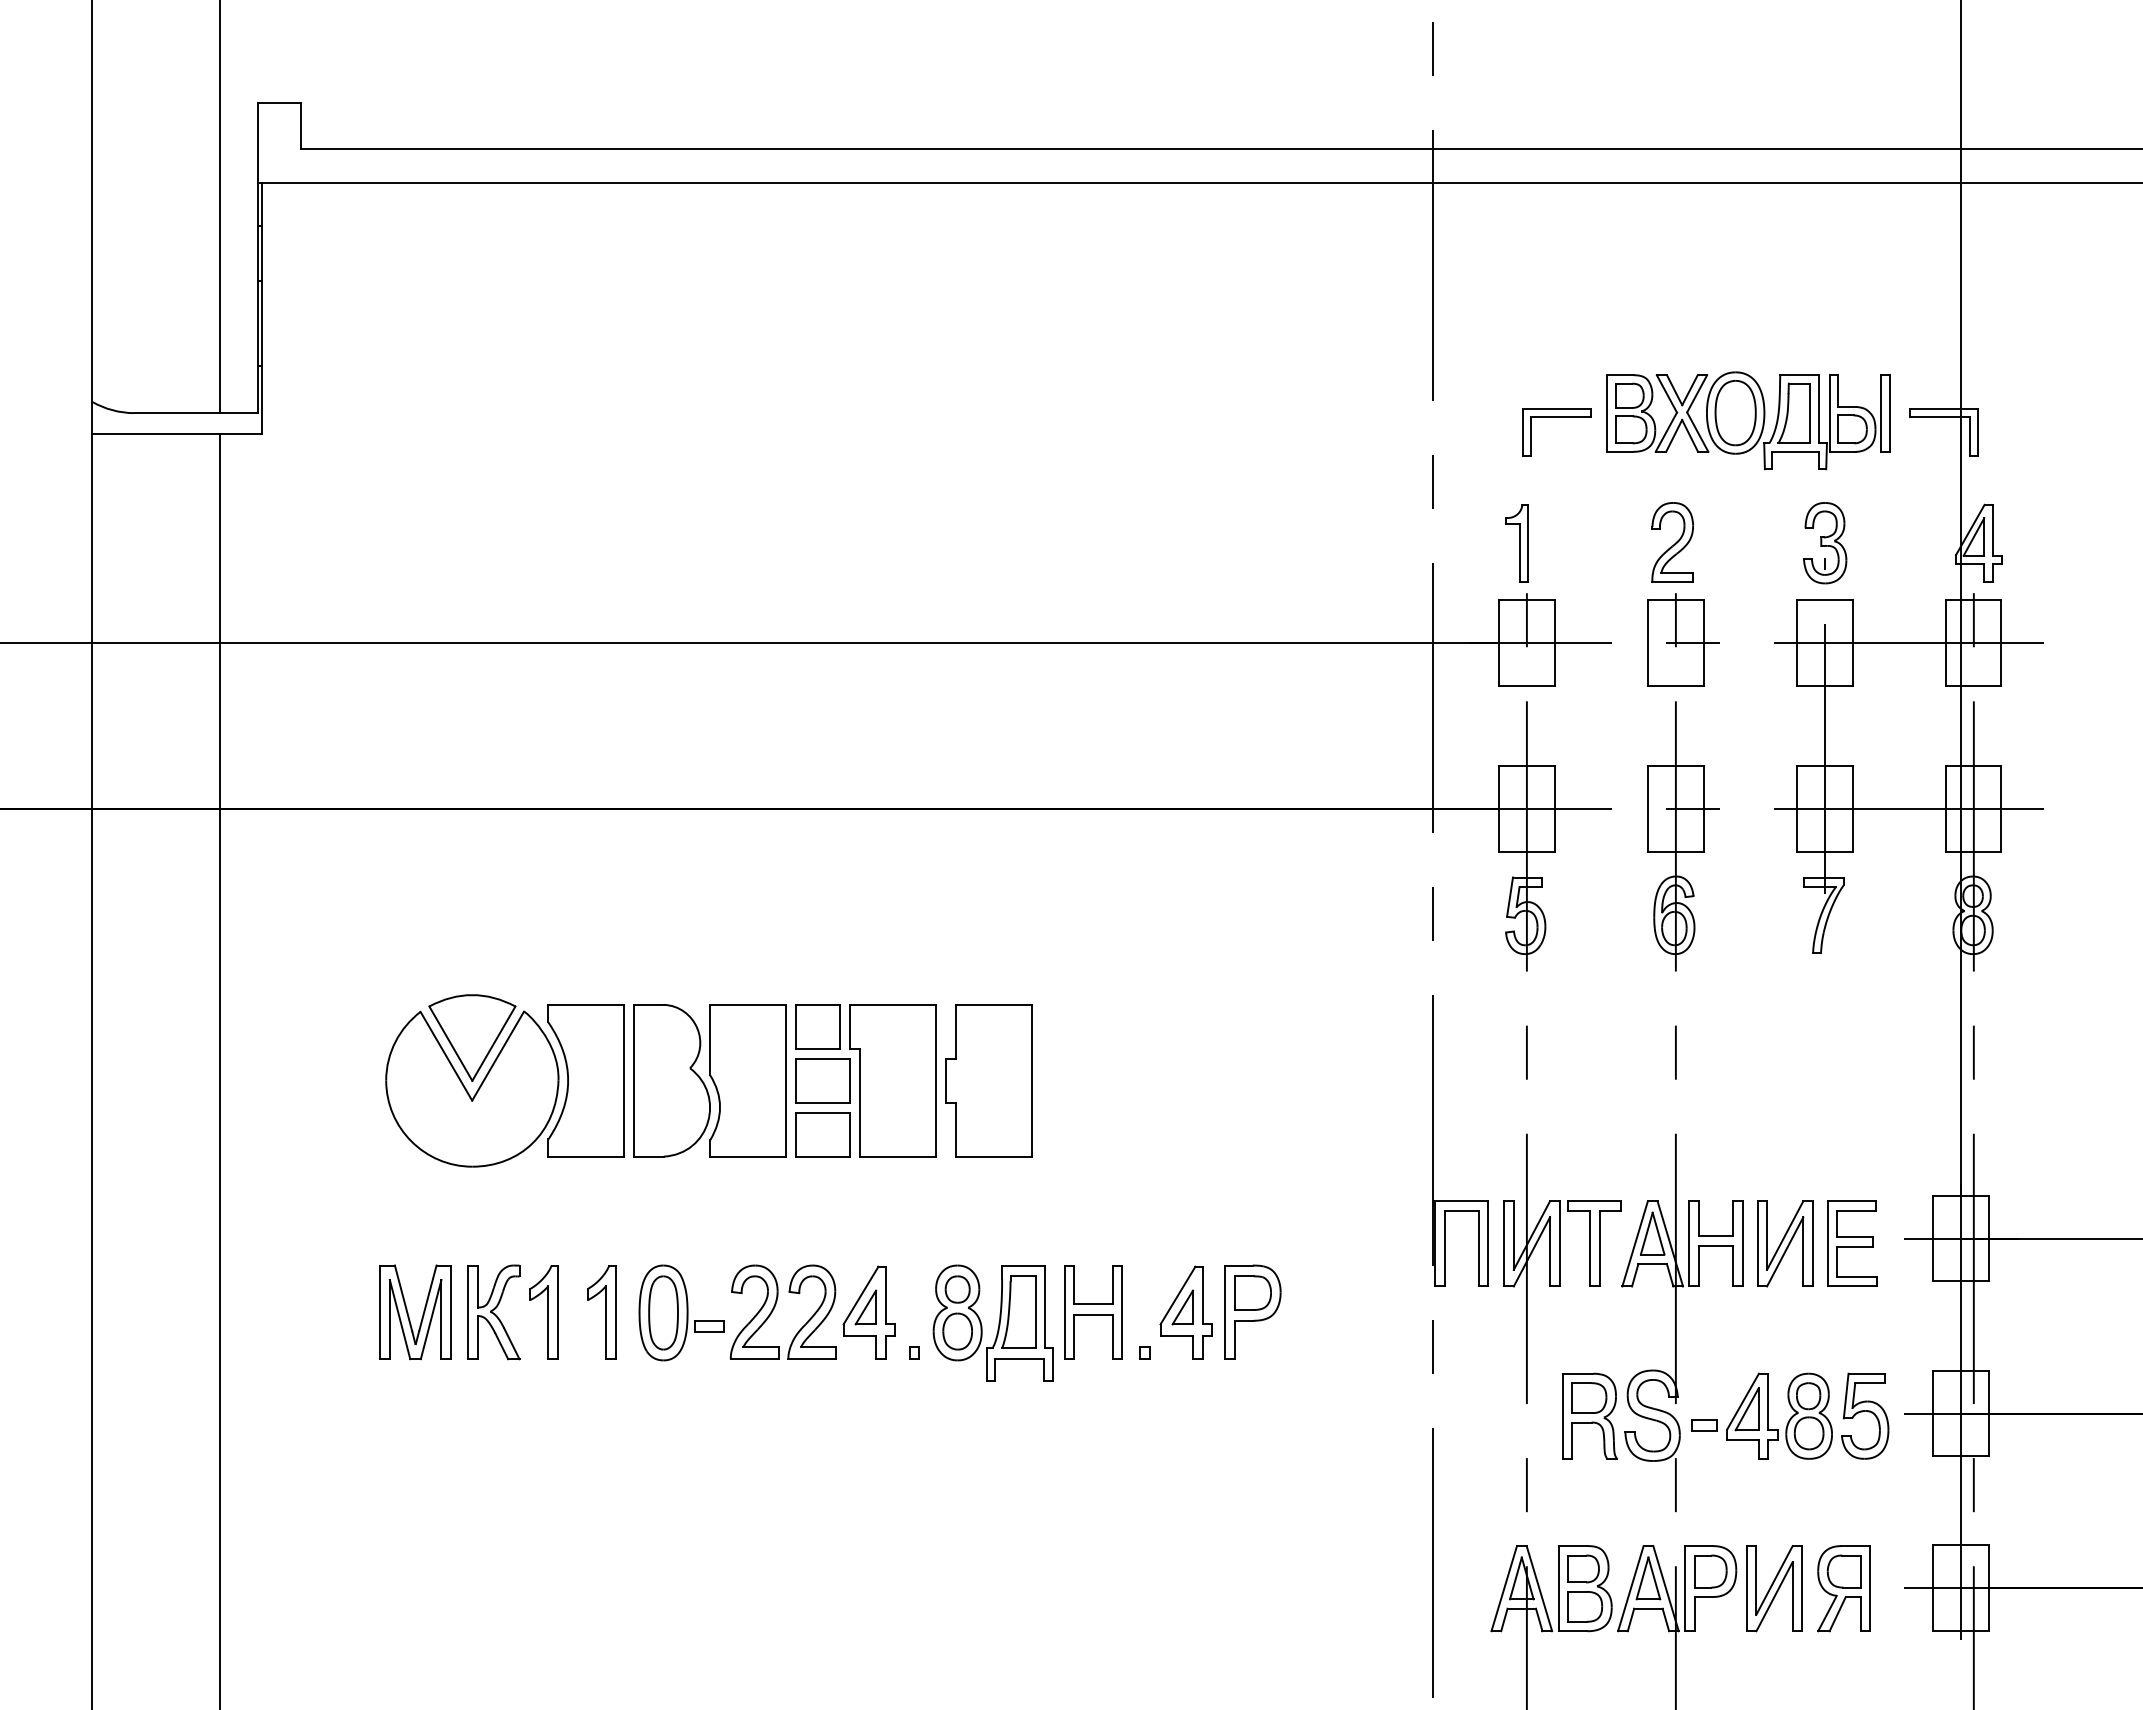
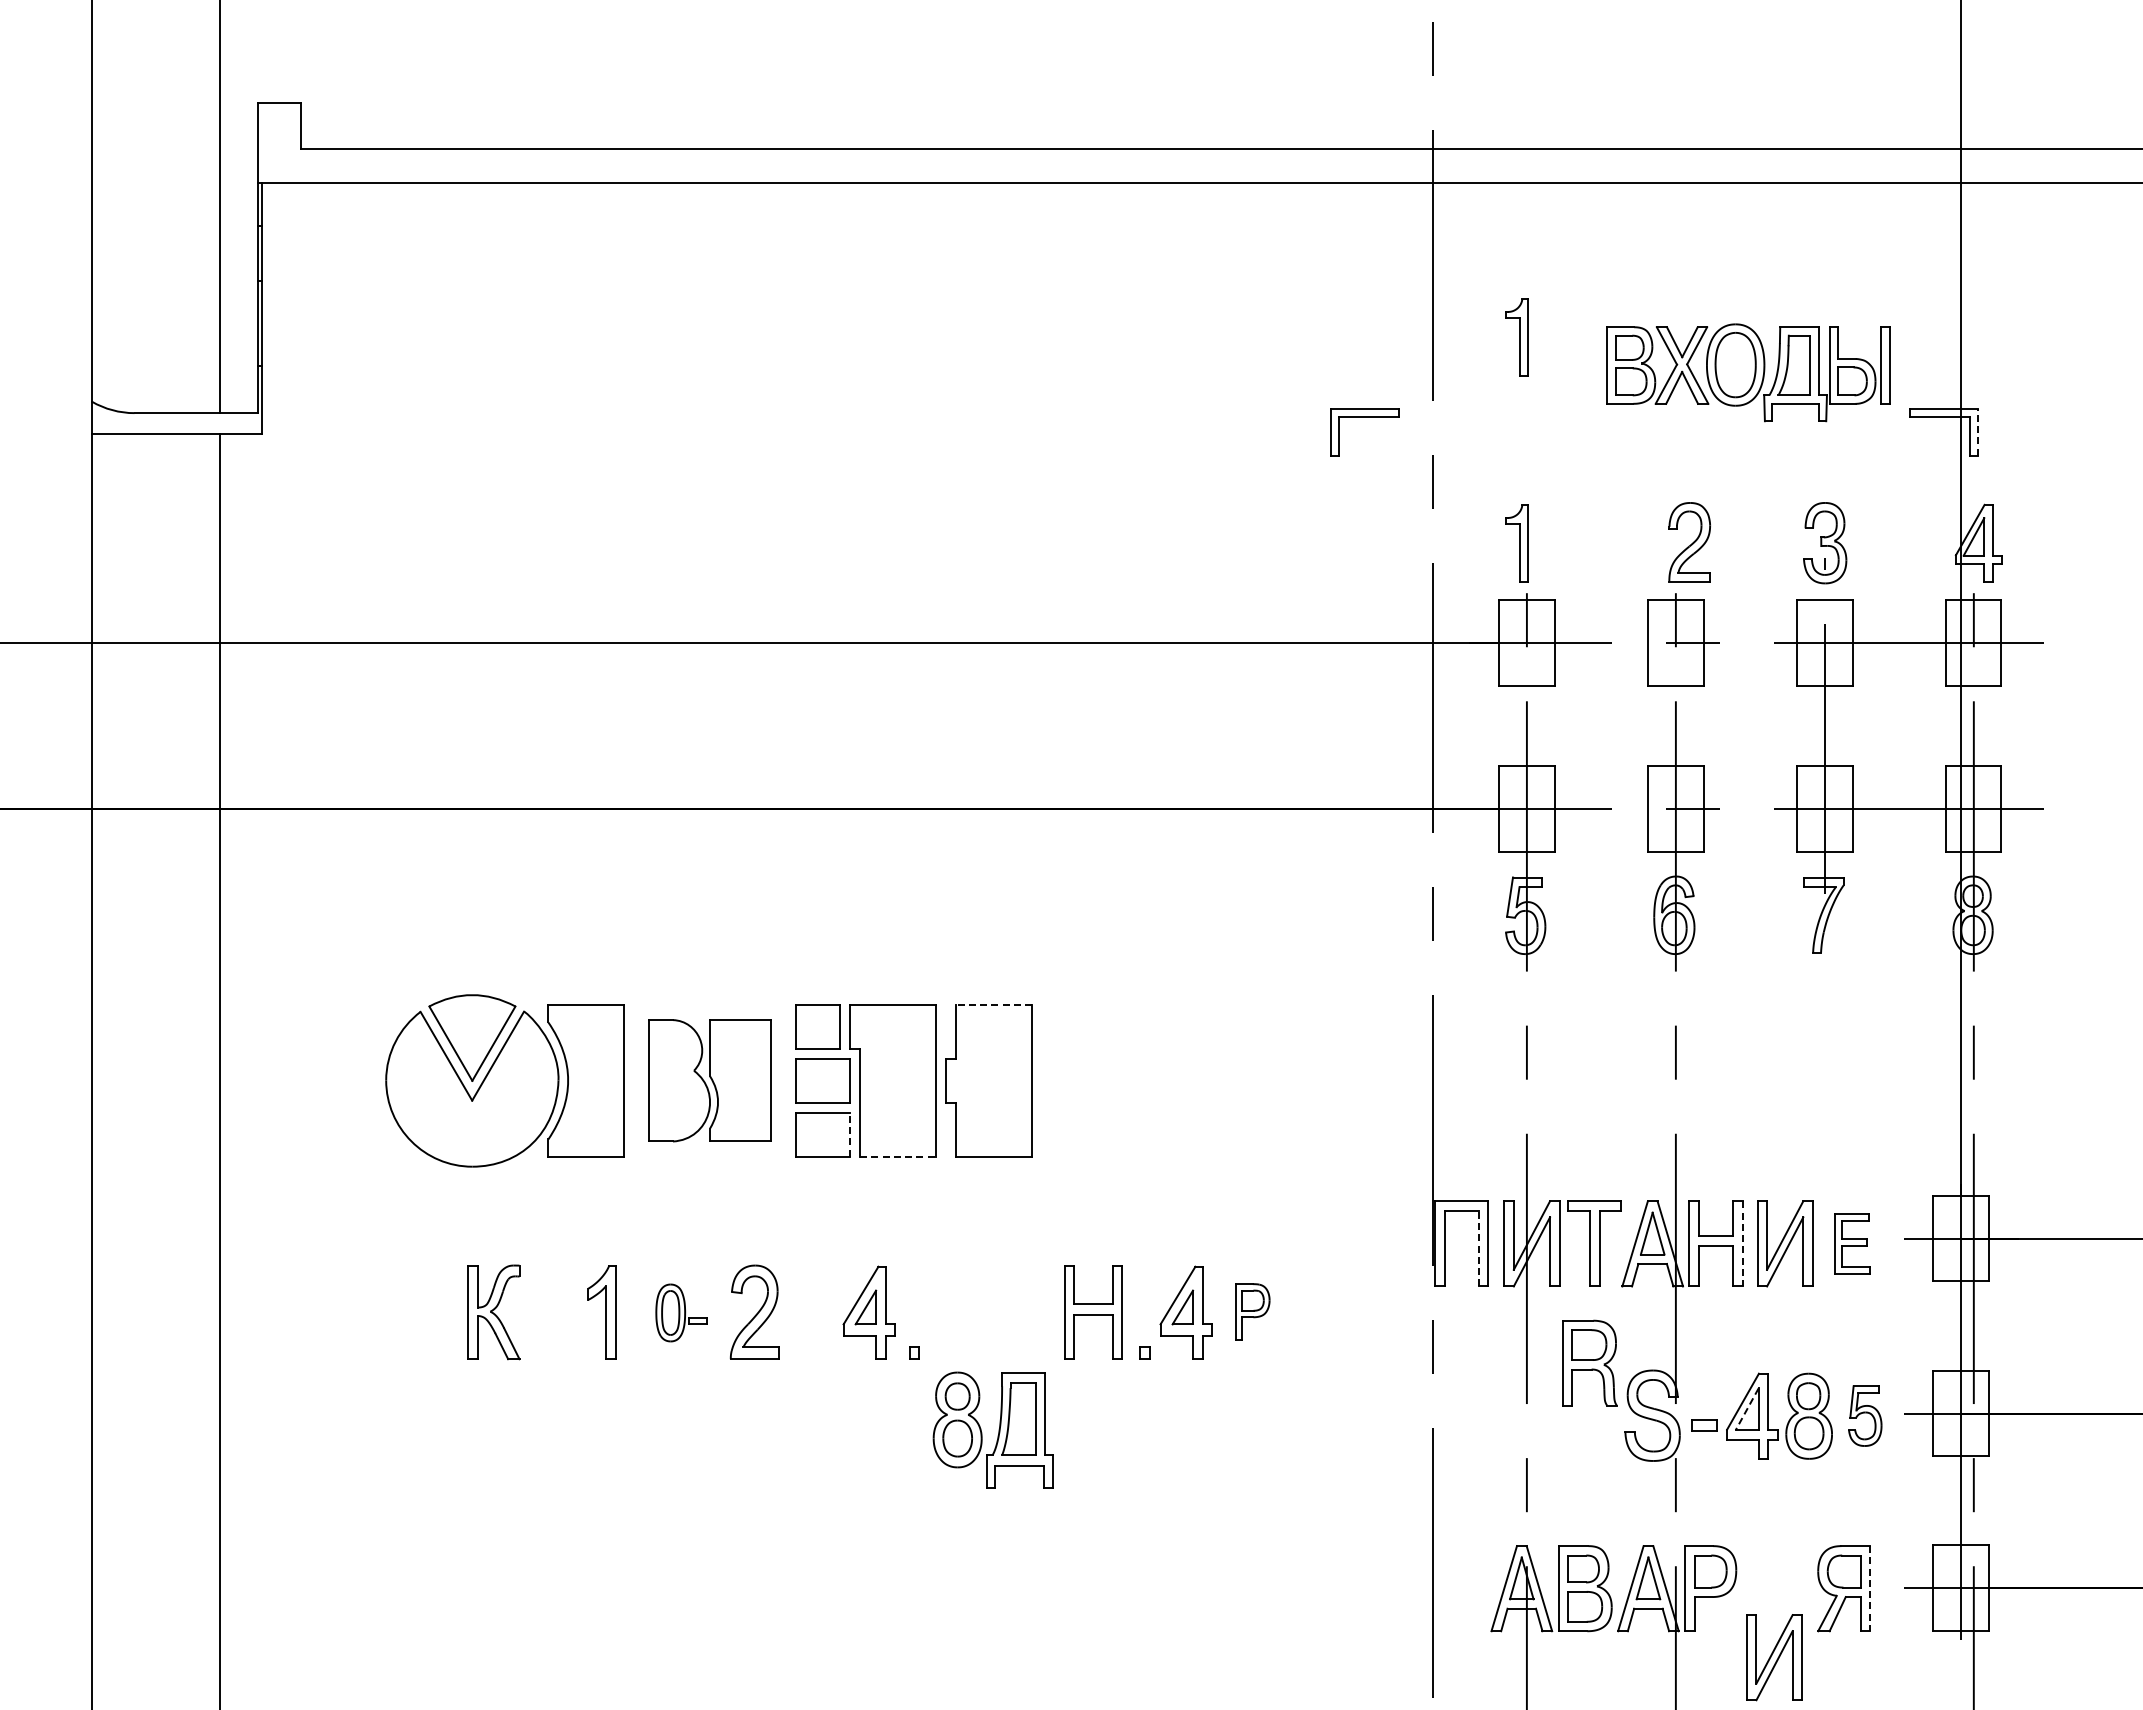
part at (1516, 337): none -> present
part at (1556, 417) position: (1556, 417) -> (1364, 417)
part at (1748, 420) position: (1748, 420) -> (1748, 372)
line at (1978, 431): solid -> dashed
part at (1672, 542) position: (1672, 542) -> (1689, 542)
line at (994, 1004): solid -> dashed
part at (709, 1080) size: 154x154 px -> 124x124 px
line at (849, 1134): solid -> dashed
line at (897, 1156): solid -> dashed
line at (1742, 1243): solid -> dashed
part at (1852, 1243) size: 51x87 px -> 37x62 px
line at (1478, 1248): solid -> dashed
part at (811, 1311): present -> none
part at (1252, 1311) size: 58x96 px -> 36x58 px
part at (408, 1312): present -> none
part at (543, 1312): present -> none
part at (681, 1312) size: 87x98 px -> 53x60 px
part at (992, 1322) position: (992, 1322) -> (992, 1429)
line at (1747, 1409): solid -> dashed
part at (1589, 1415) position: (1589, 1415) -> (1589, 1362)
part at (1865, 1415) size: 49x88 px -> 35x62 px
part at (1774, 1588) position: (1774, 1588) -> (1774, 1657)
line at (1870, 1588): solid -> dashed
